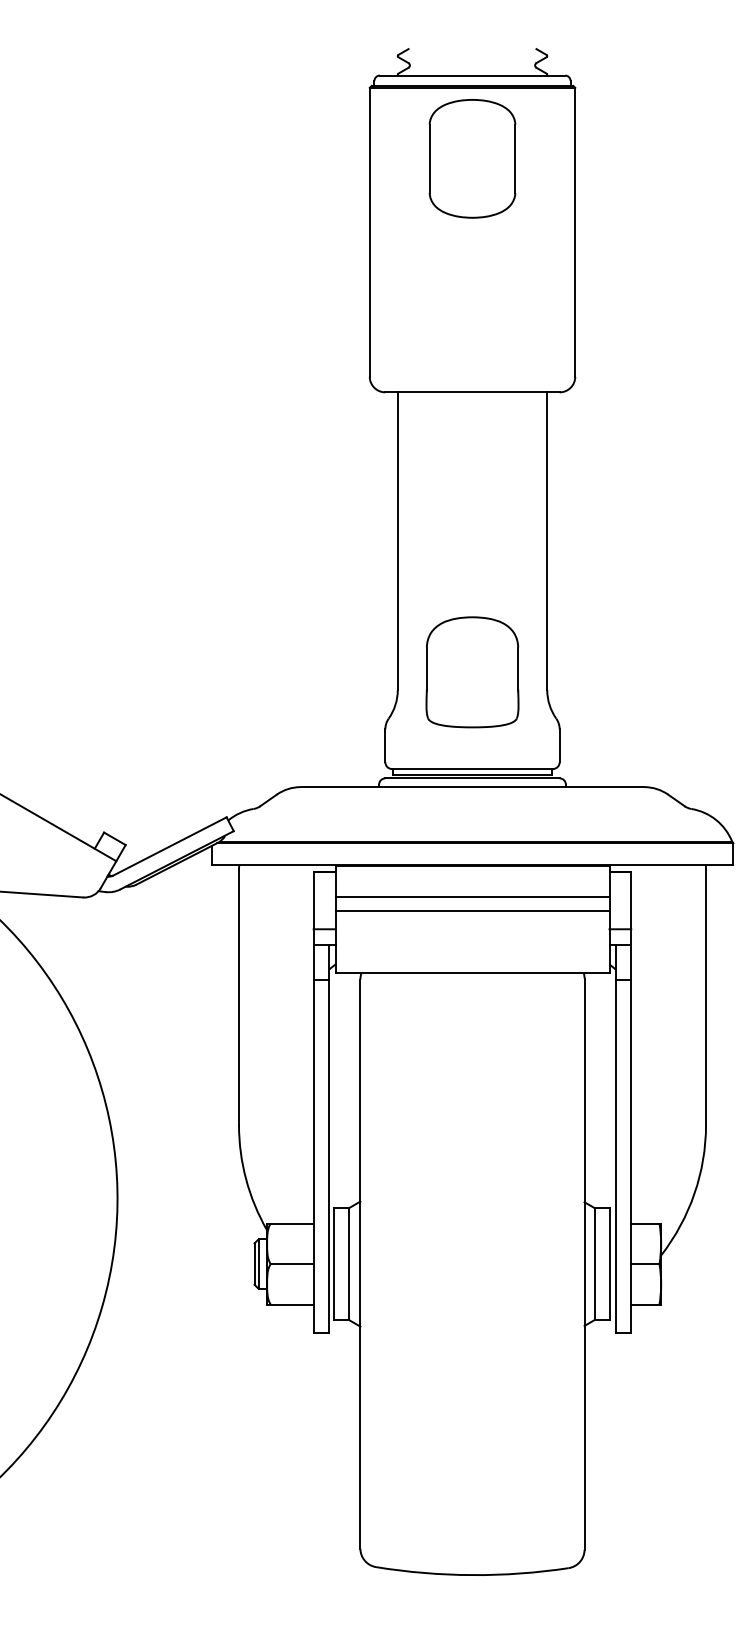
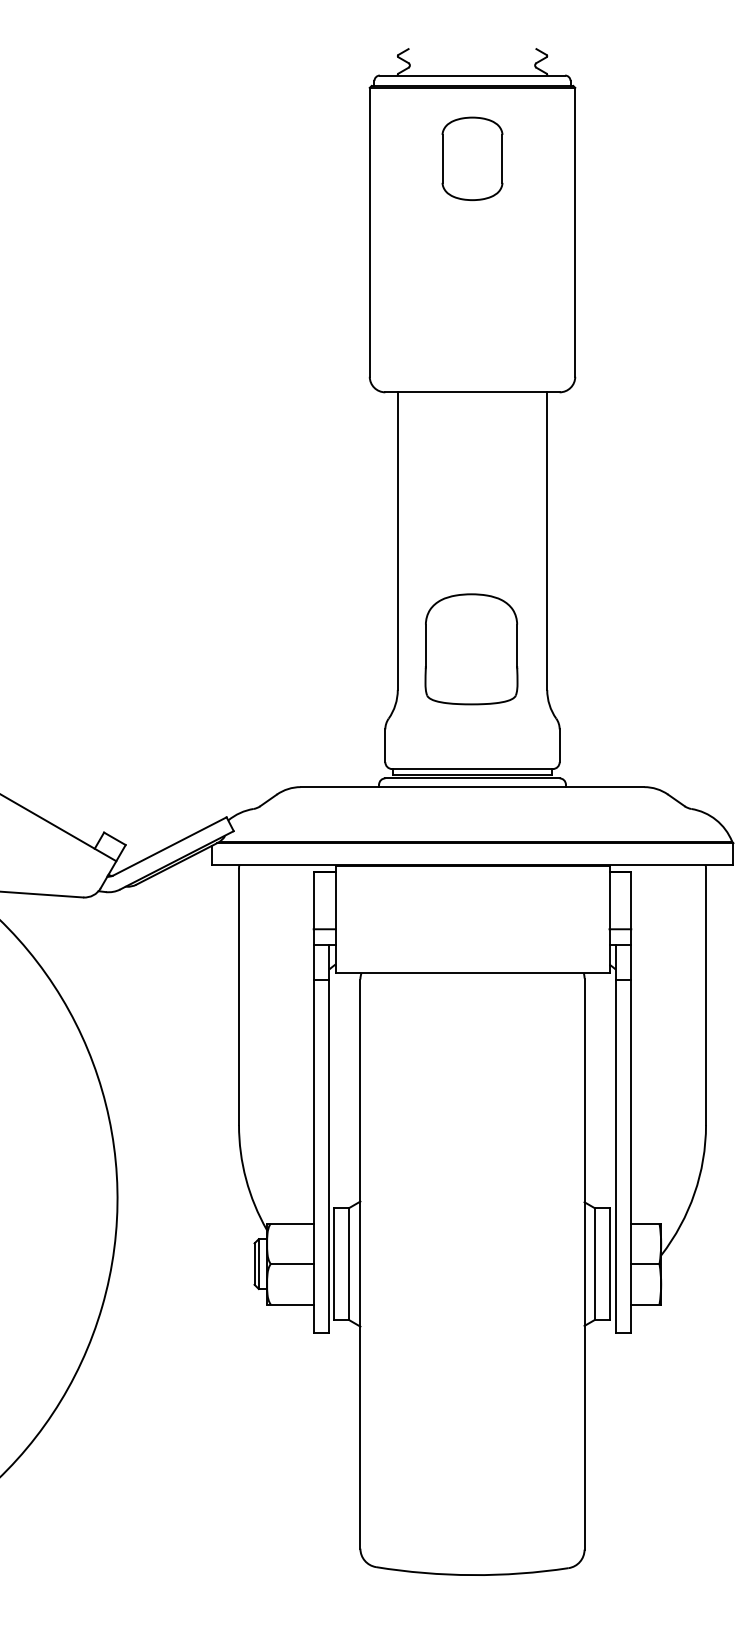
part at (472, 158) size: 89x120 px -> 63x85 px
part at (472, 672) position: (472, 672) -> (471, 649)
line at (472, 896): present -> none
line at (472, 910): present -> none
